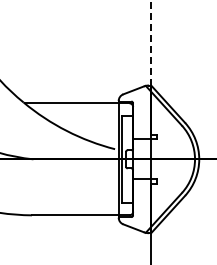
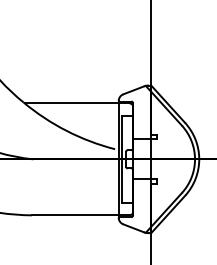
line at (151, 42): dashed -> solid
